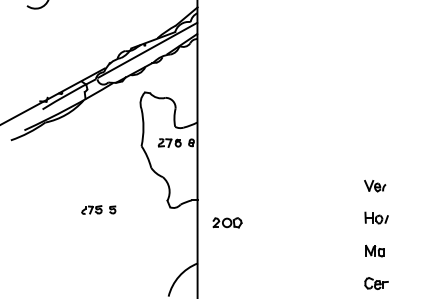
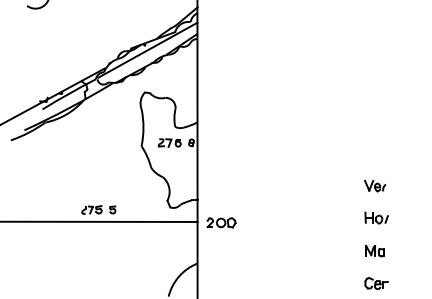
line at (99, 221): none -> present
part at (227, 222) position: (227, 222) -> (221, 222)
